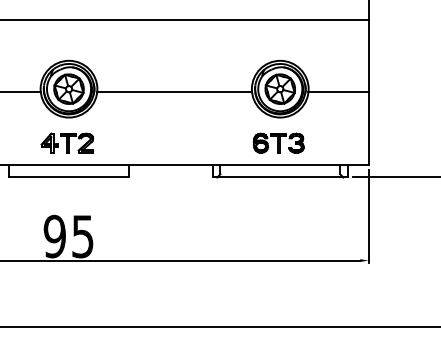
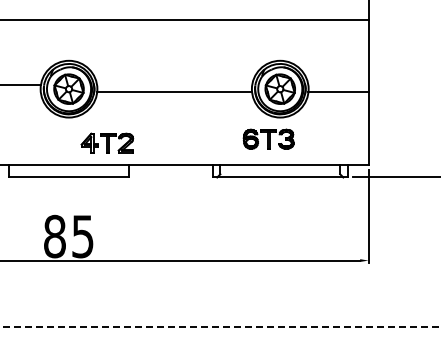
line at (21, 92) position: (21, 92) -> (21, 85)
part at (67, 142) position: (67, 142) -> (107, 142)
part at (278, 142) position: (278, 142) -> (268, 138)
text at (54, 236): 95 -> 85
line at (220, 327): solid -> dashed
